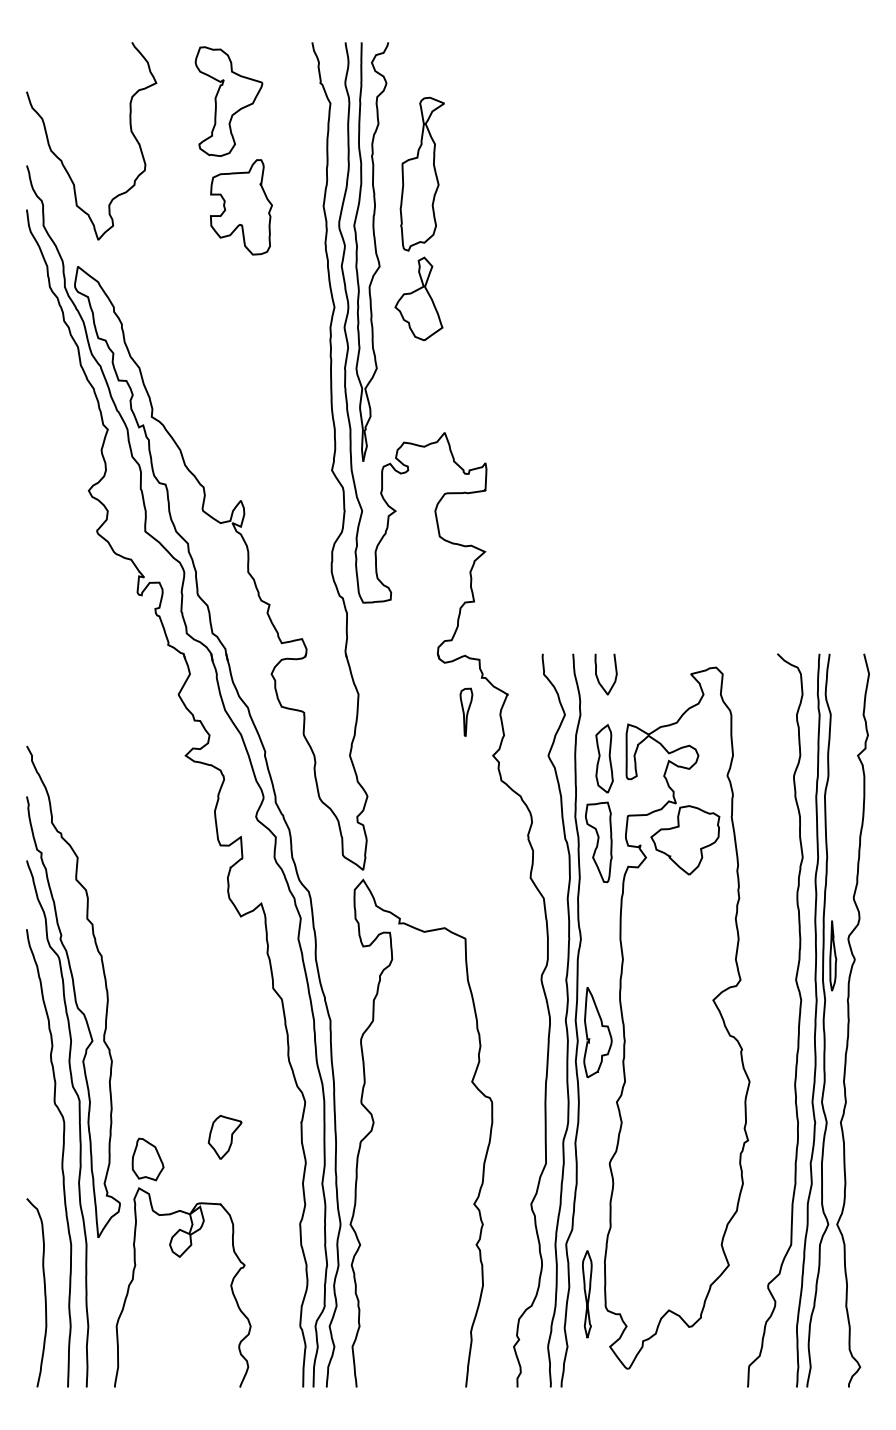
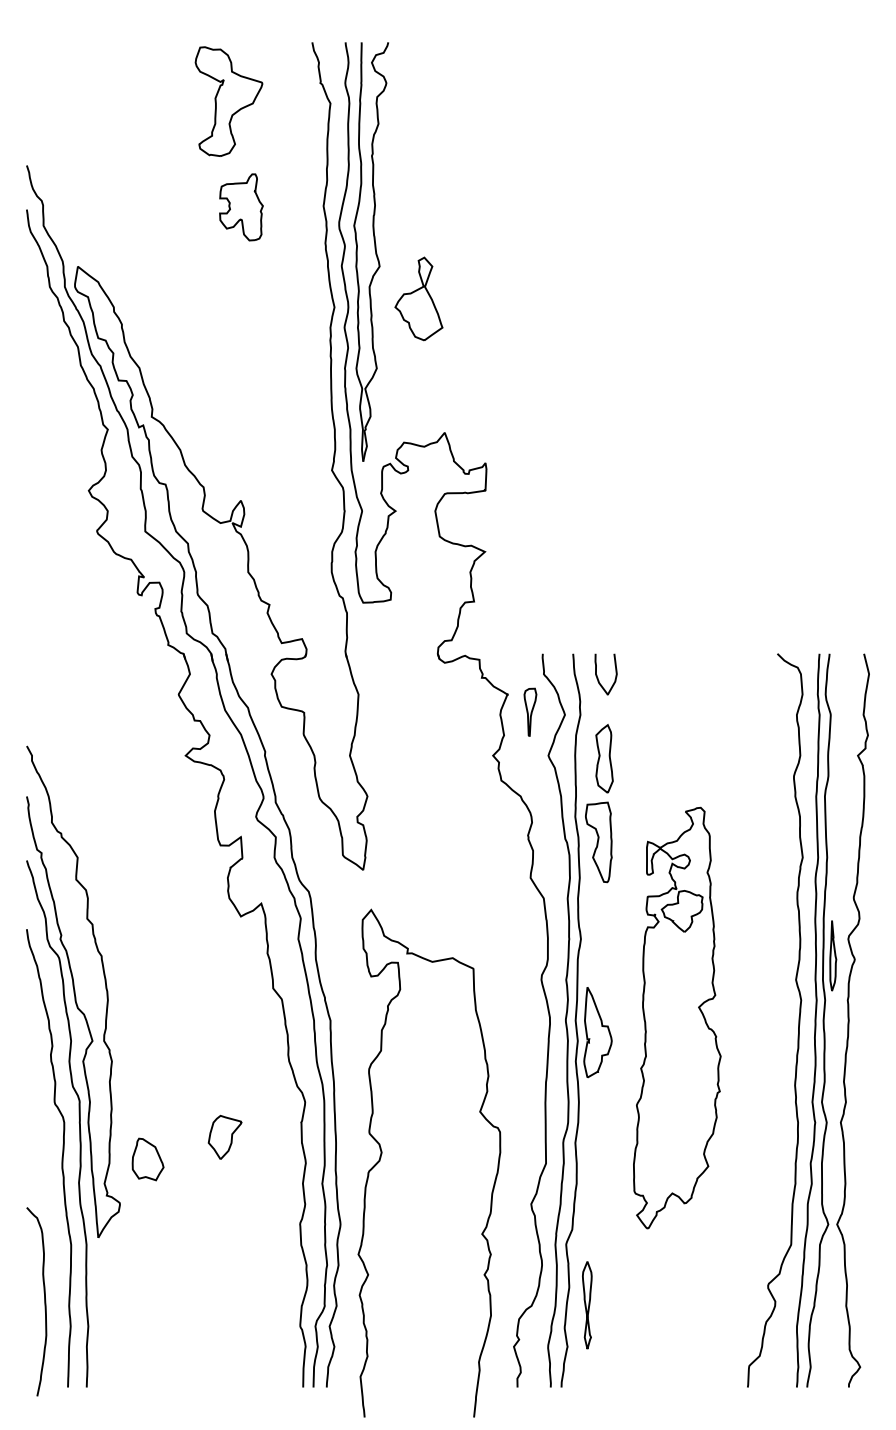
curve at (62, 160): present -> none
part at (421, 173): present -> none
part at (241, 207) size: 63x97 px -> 45x69 px
part at (466, 711) position: (466, 711) -> (530, 711)
part at (677, 1017) size: 147x704 px -> 89x424 px
curve at (374, 1124) position: (374, 1124) -> (382, 1154)
curve at (180, 1257): present -> none
curve at (44, 1292) position: (44, 1292) -> (44, 1301)
part at (587, 1294) position: (587, 1294) -> (587, 1305)
